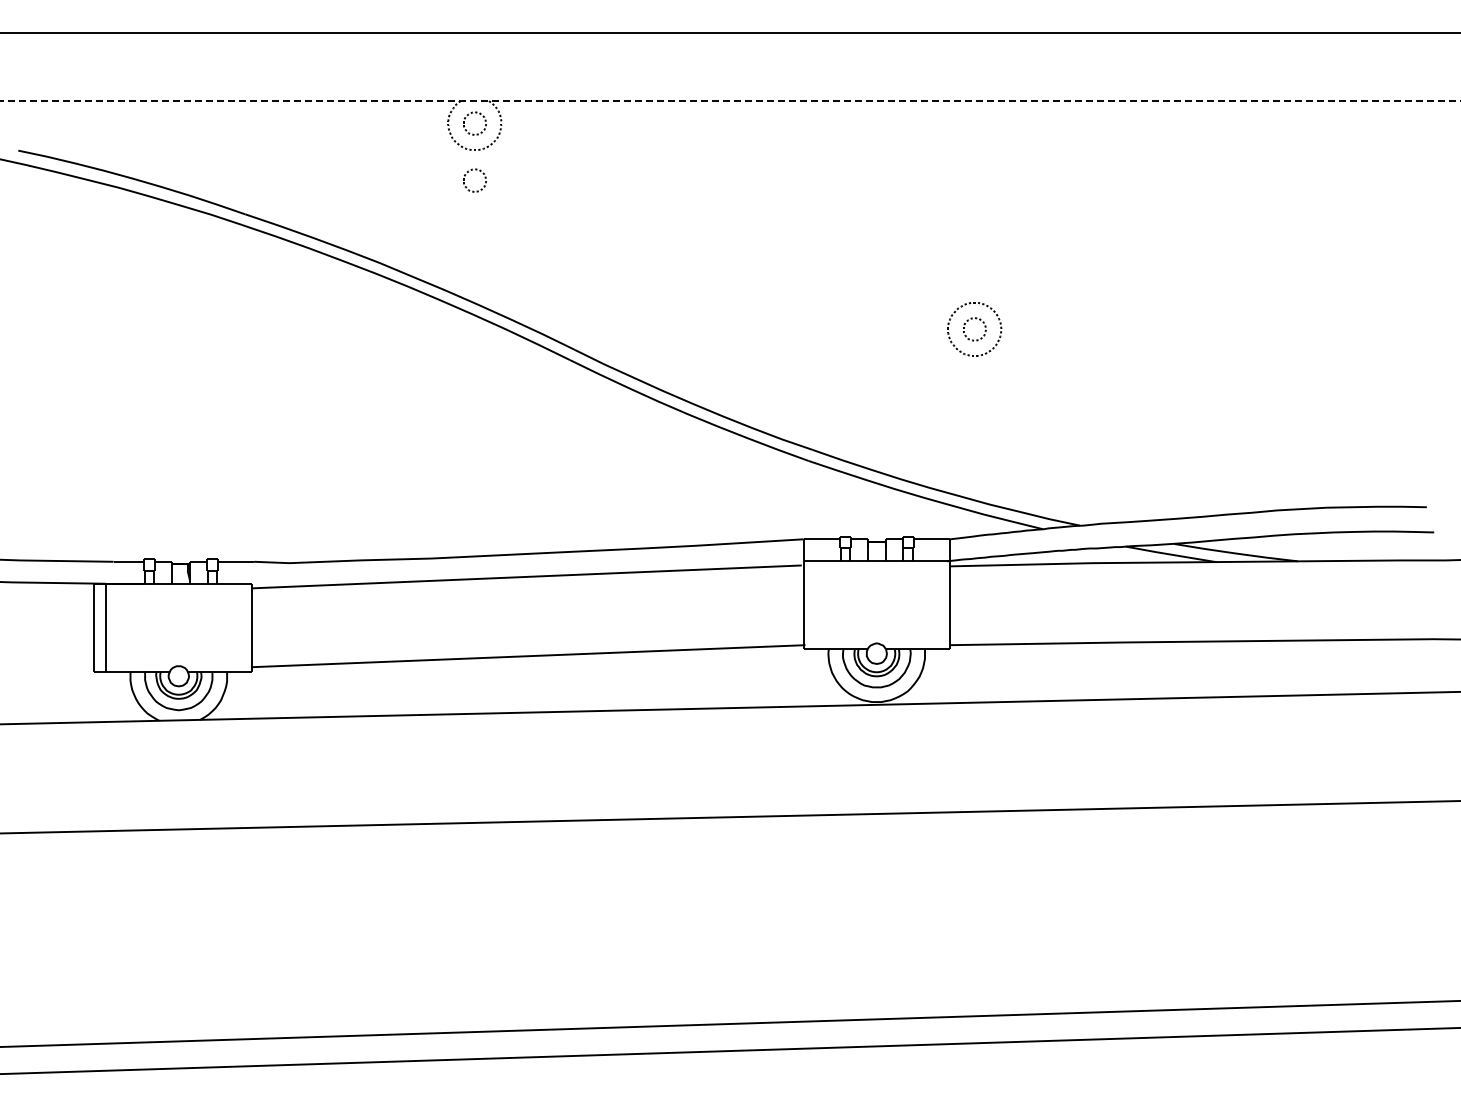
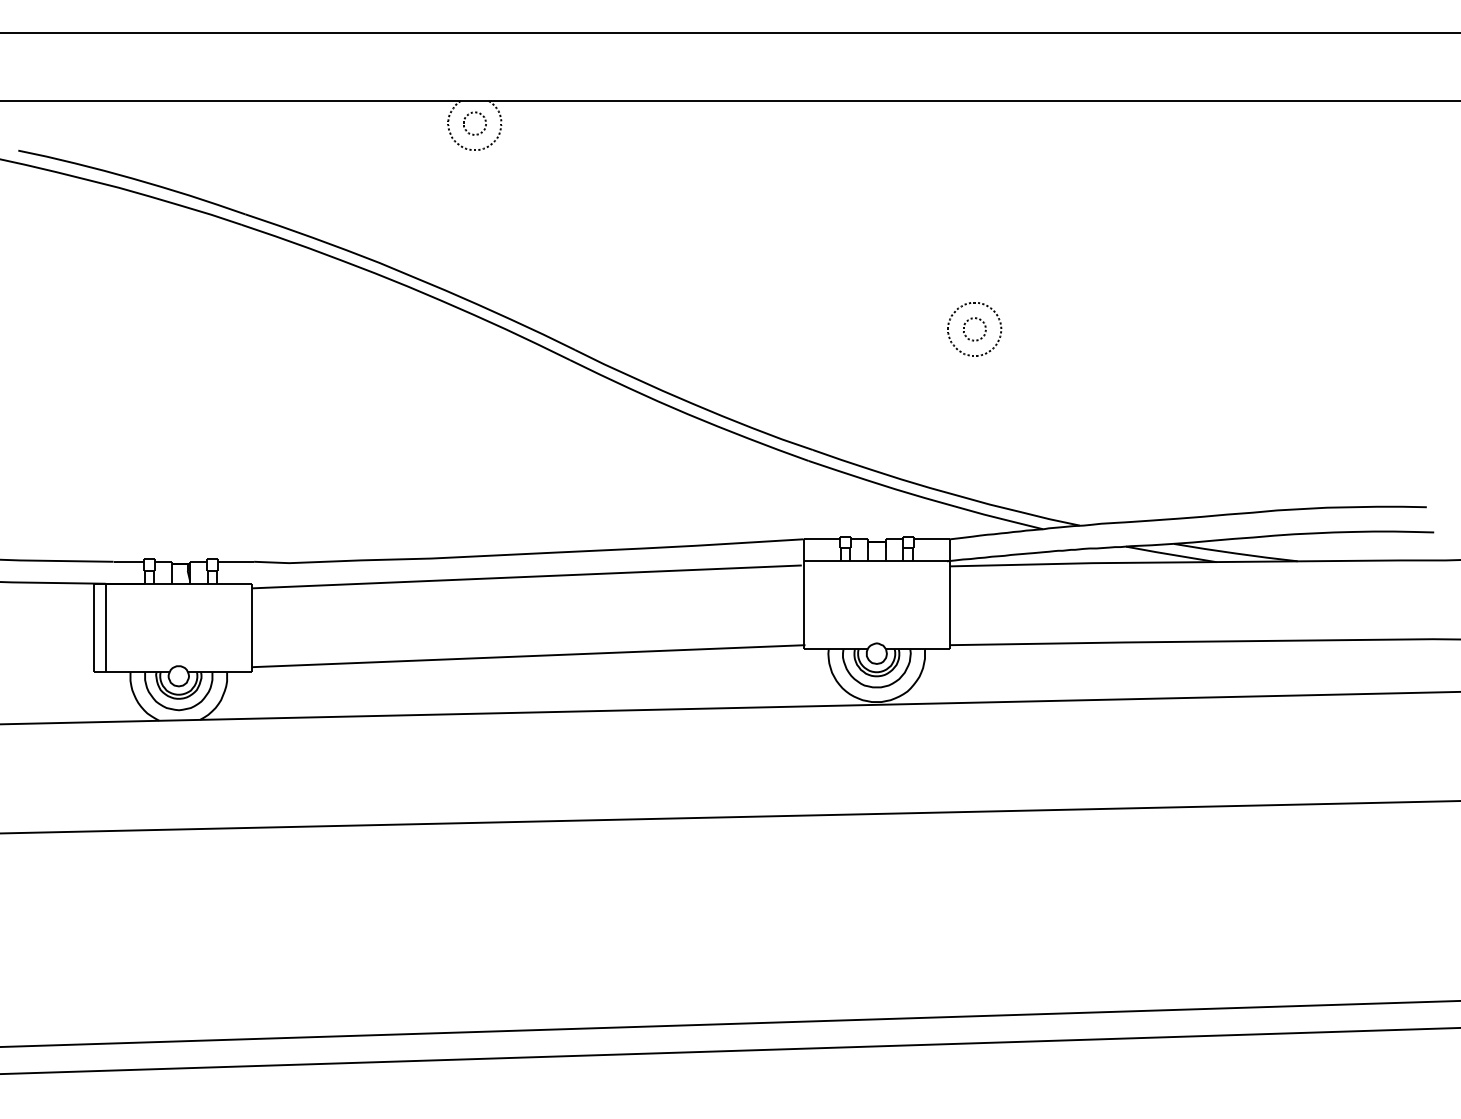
line at (730, 101): dashed -> solid
part at (465, 176): present -> none
